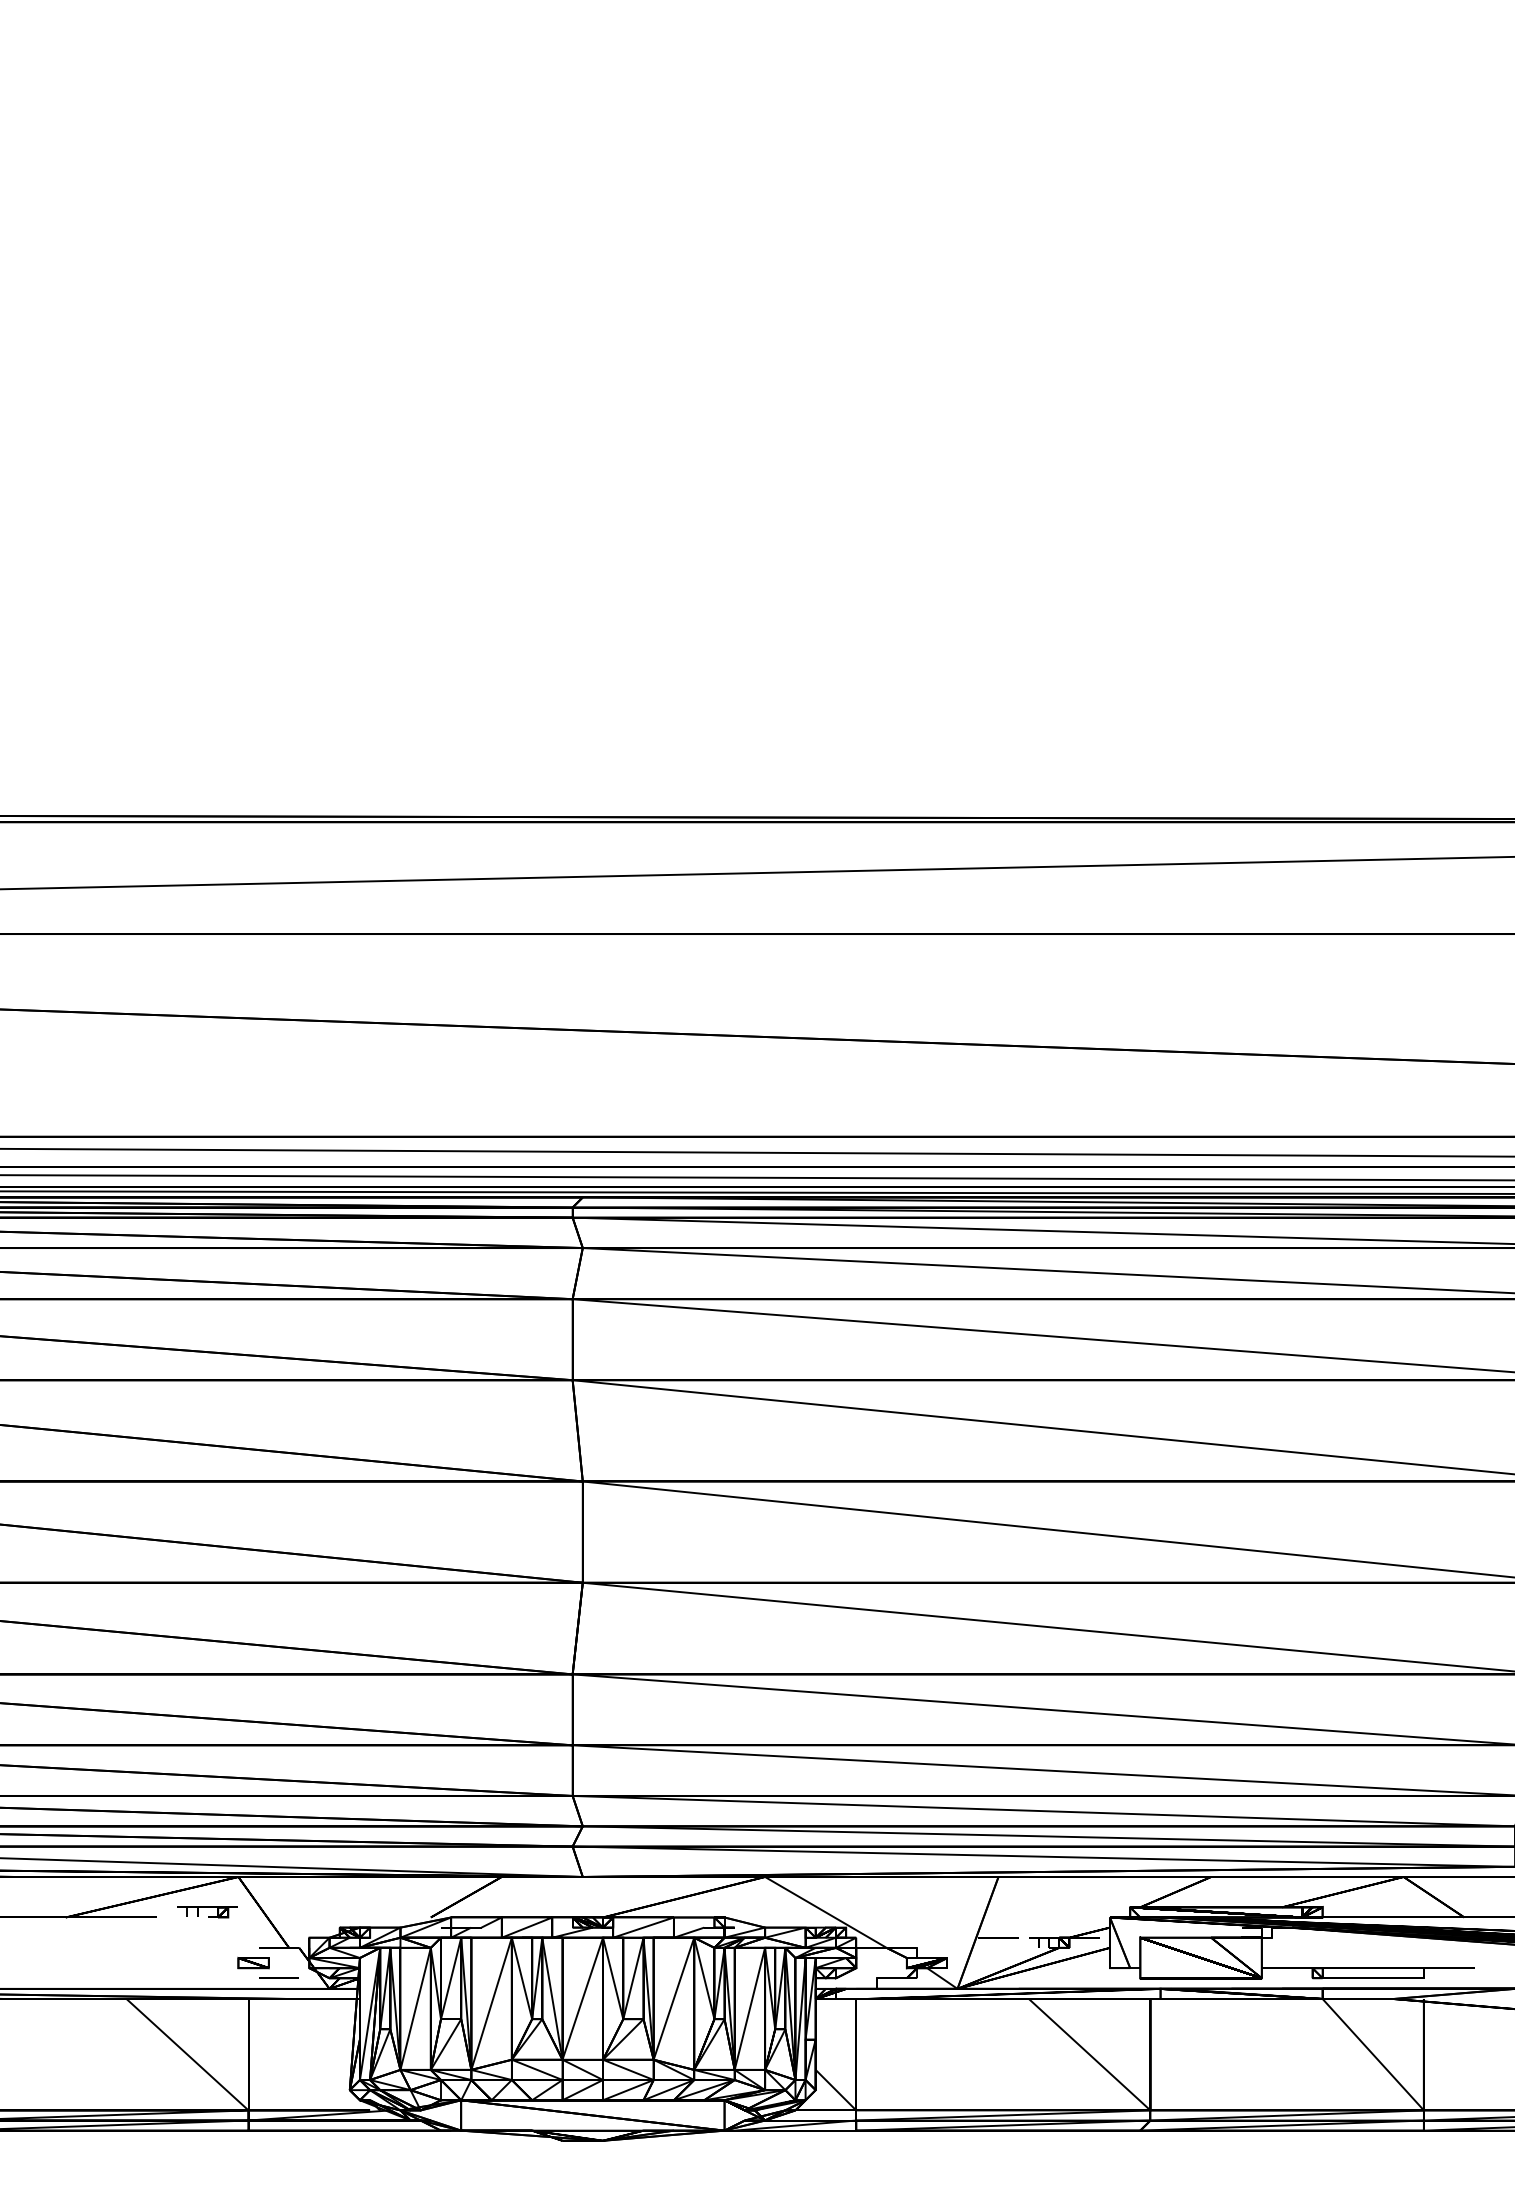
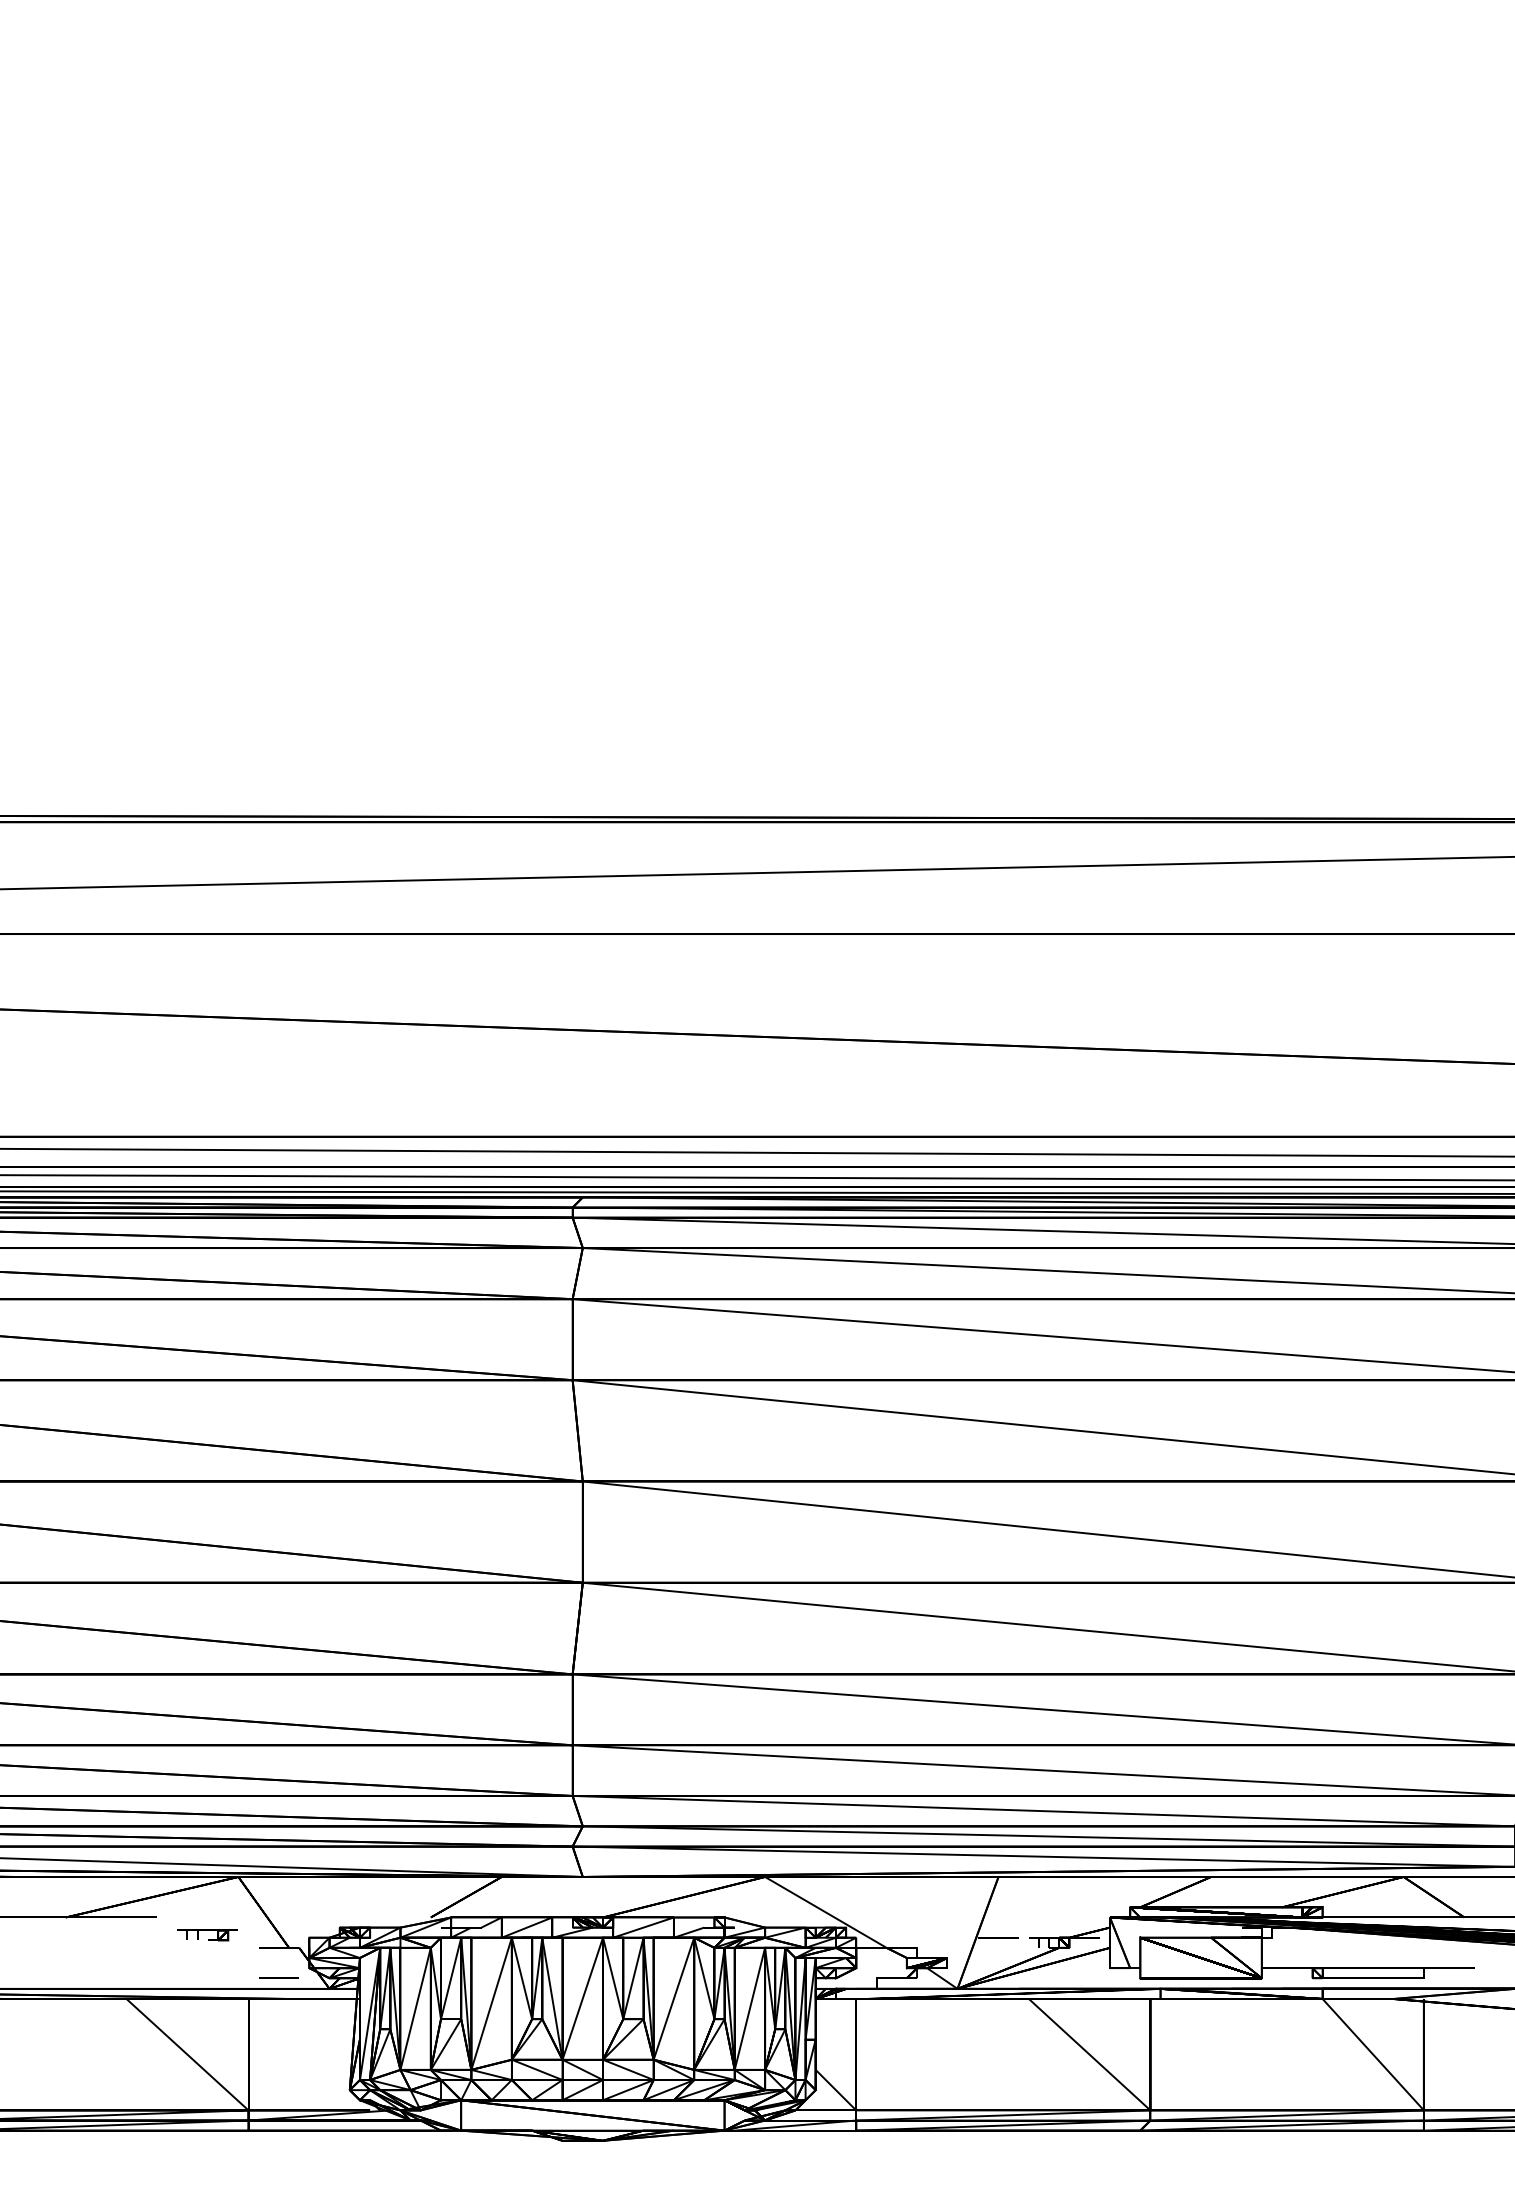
part at (207, 1912) position: (207, 1912) -> (207, 1935)
part at (253, 1962): present -> none
